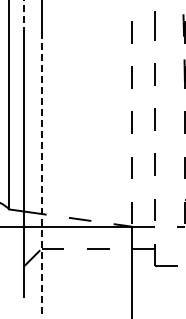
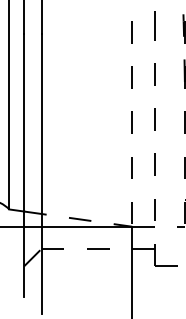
line at (24, 16): dashed -> solid
line at (41, 173): dashed -> solid
